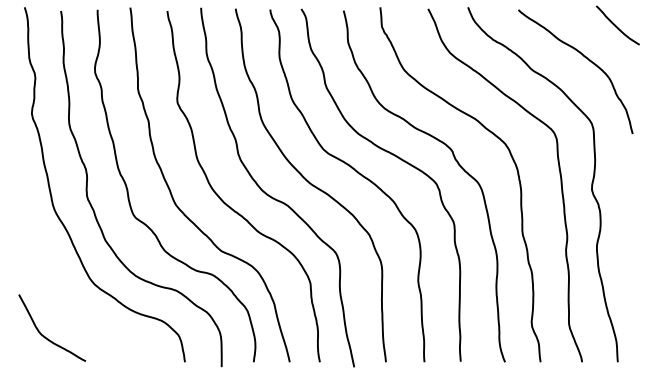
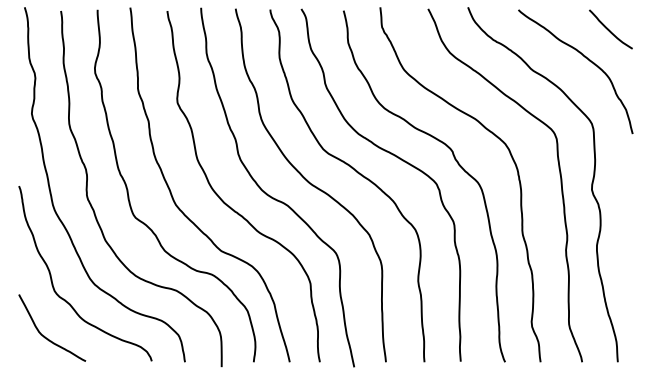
curve at (616, 25) position: (616, 25) -> (609, 29)
curve at (65, 299): none -> present
